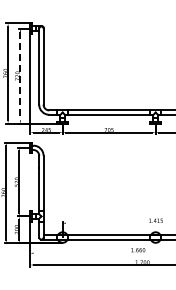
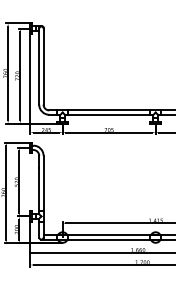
line at (20, 76): dashed -> solid
line at (119, 223): none -> present
line at (101, 253): none -> present
